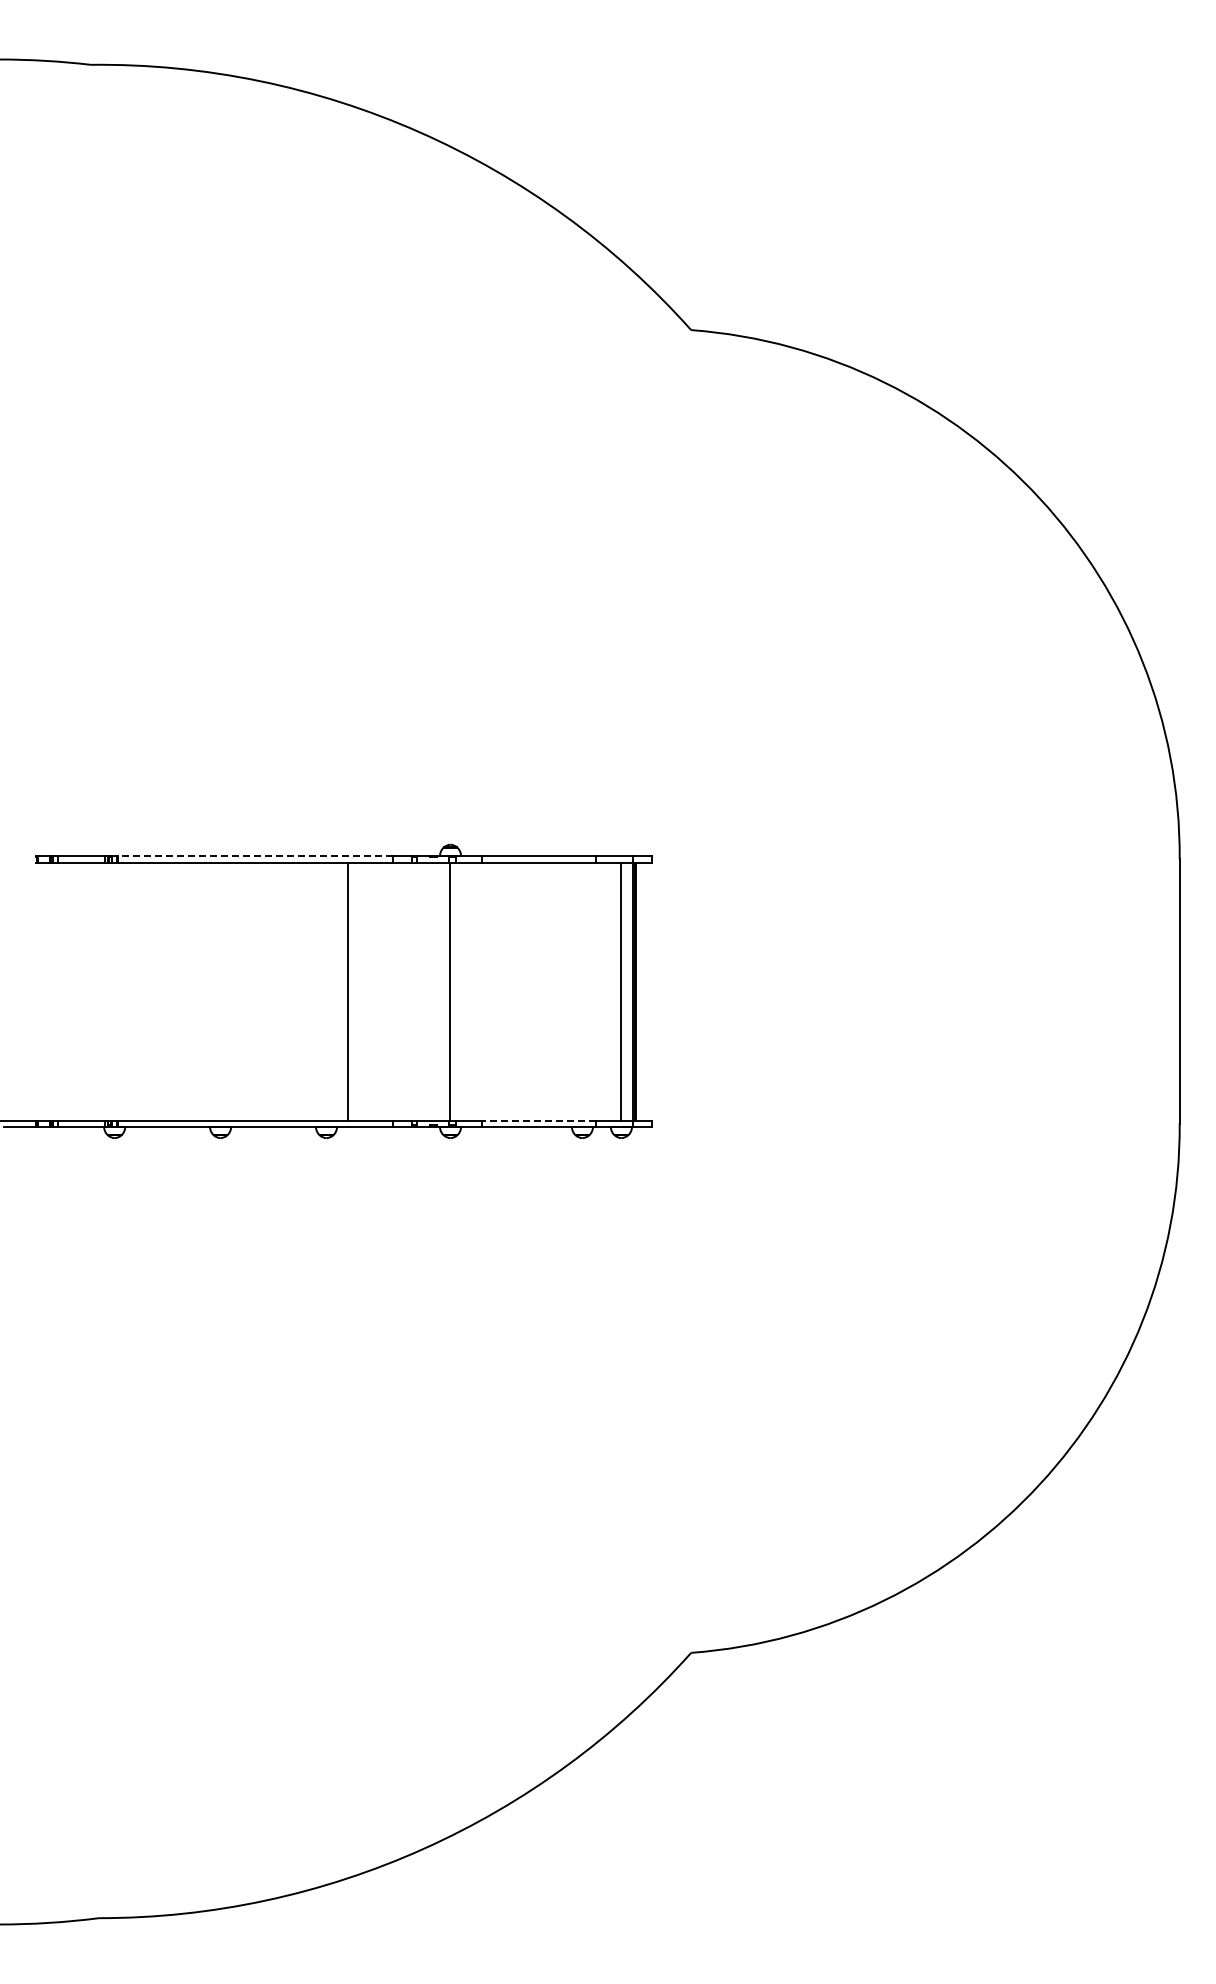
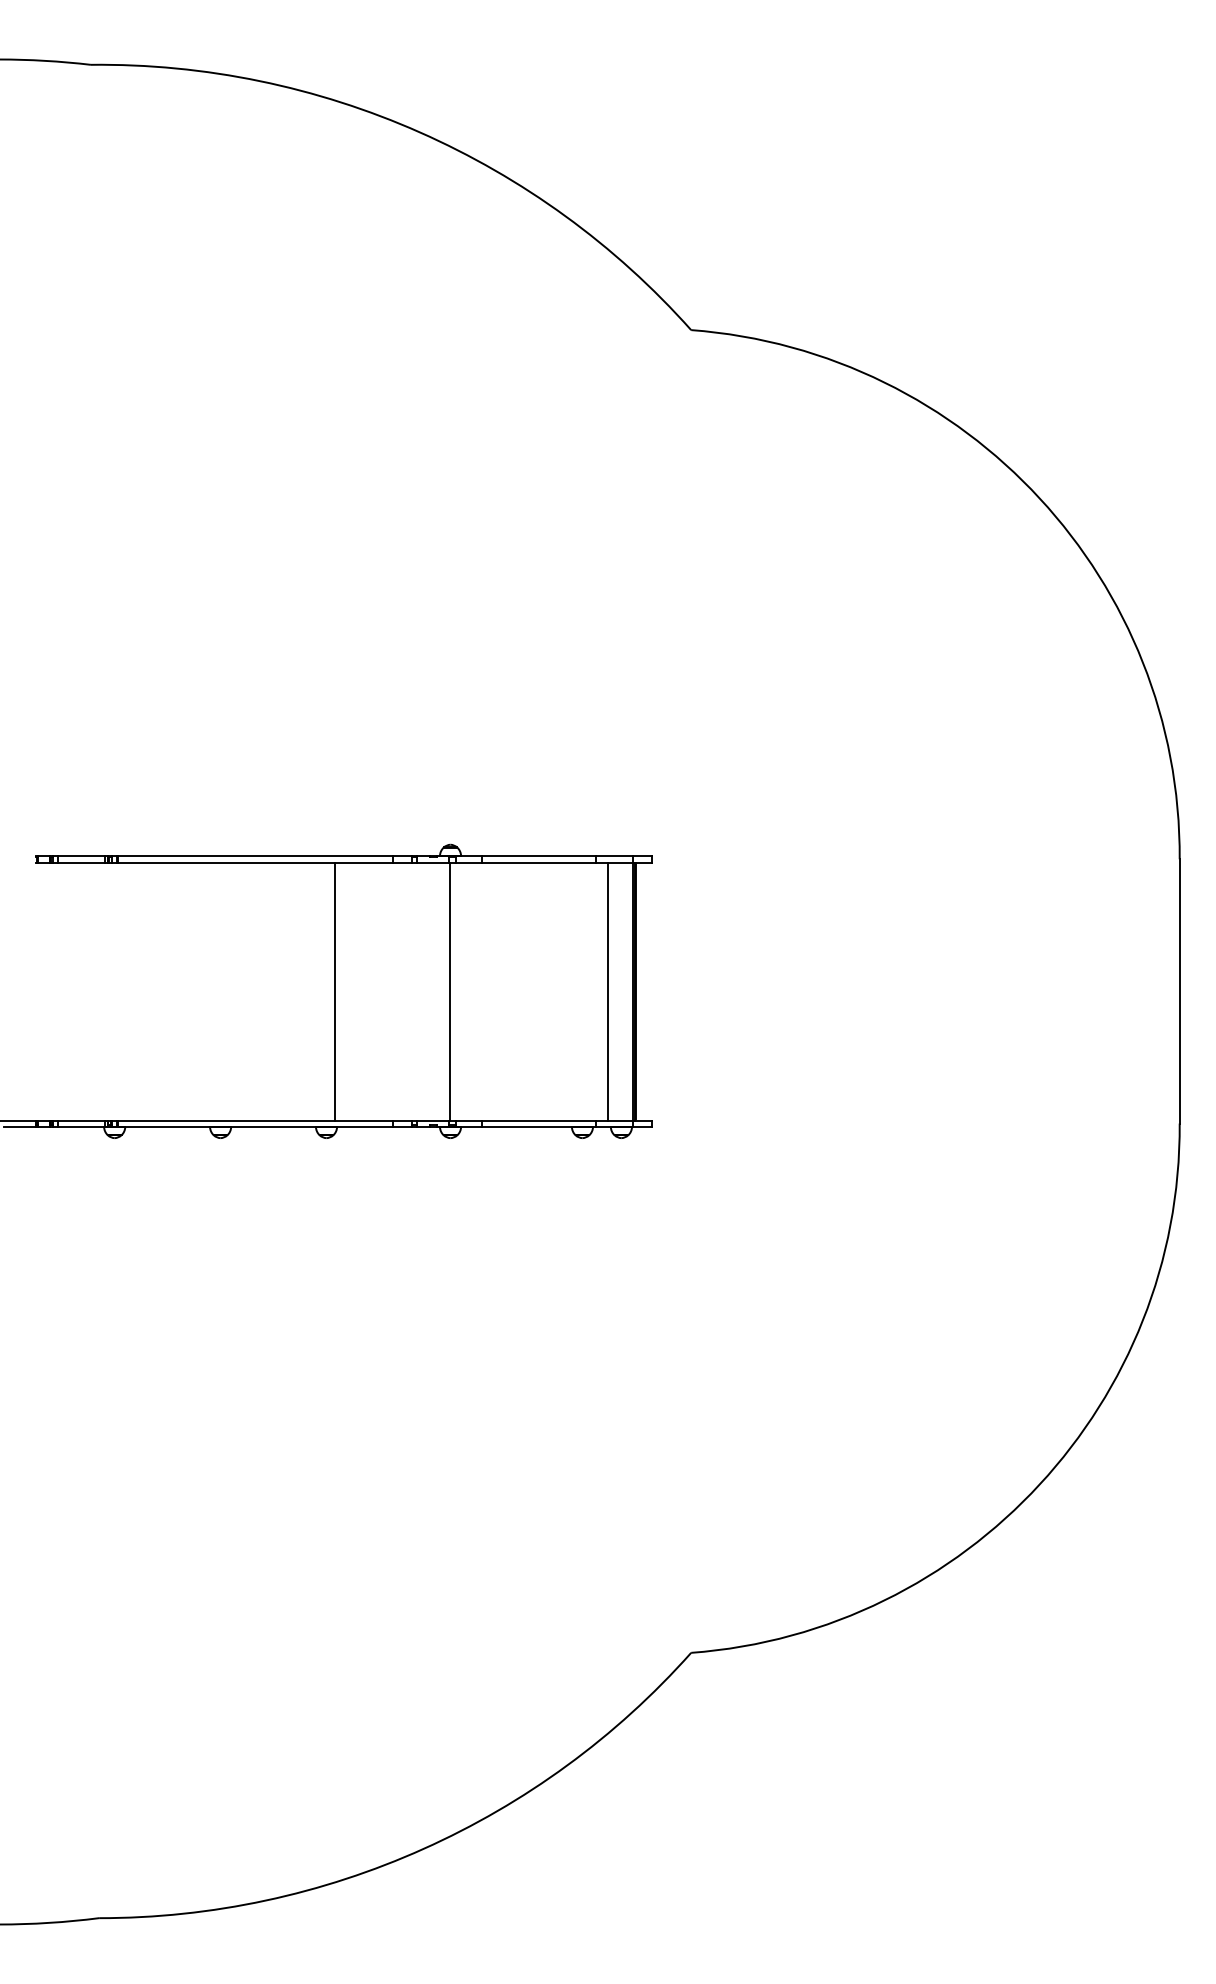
line at (254, 856): dashed -> solid
line at (347, 991) position: (347, 991) -> (334, 991)
line at (620, 991) position: (620, 991) -> (607, 991)
line at (538, 1121): dashed -> solid
